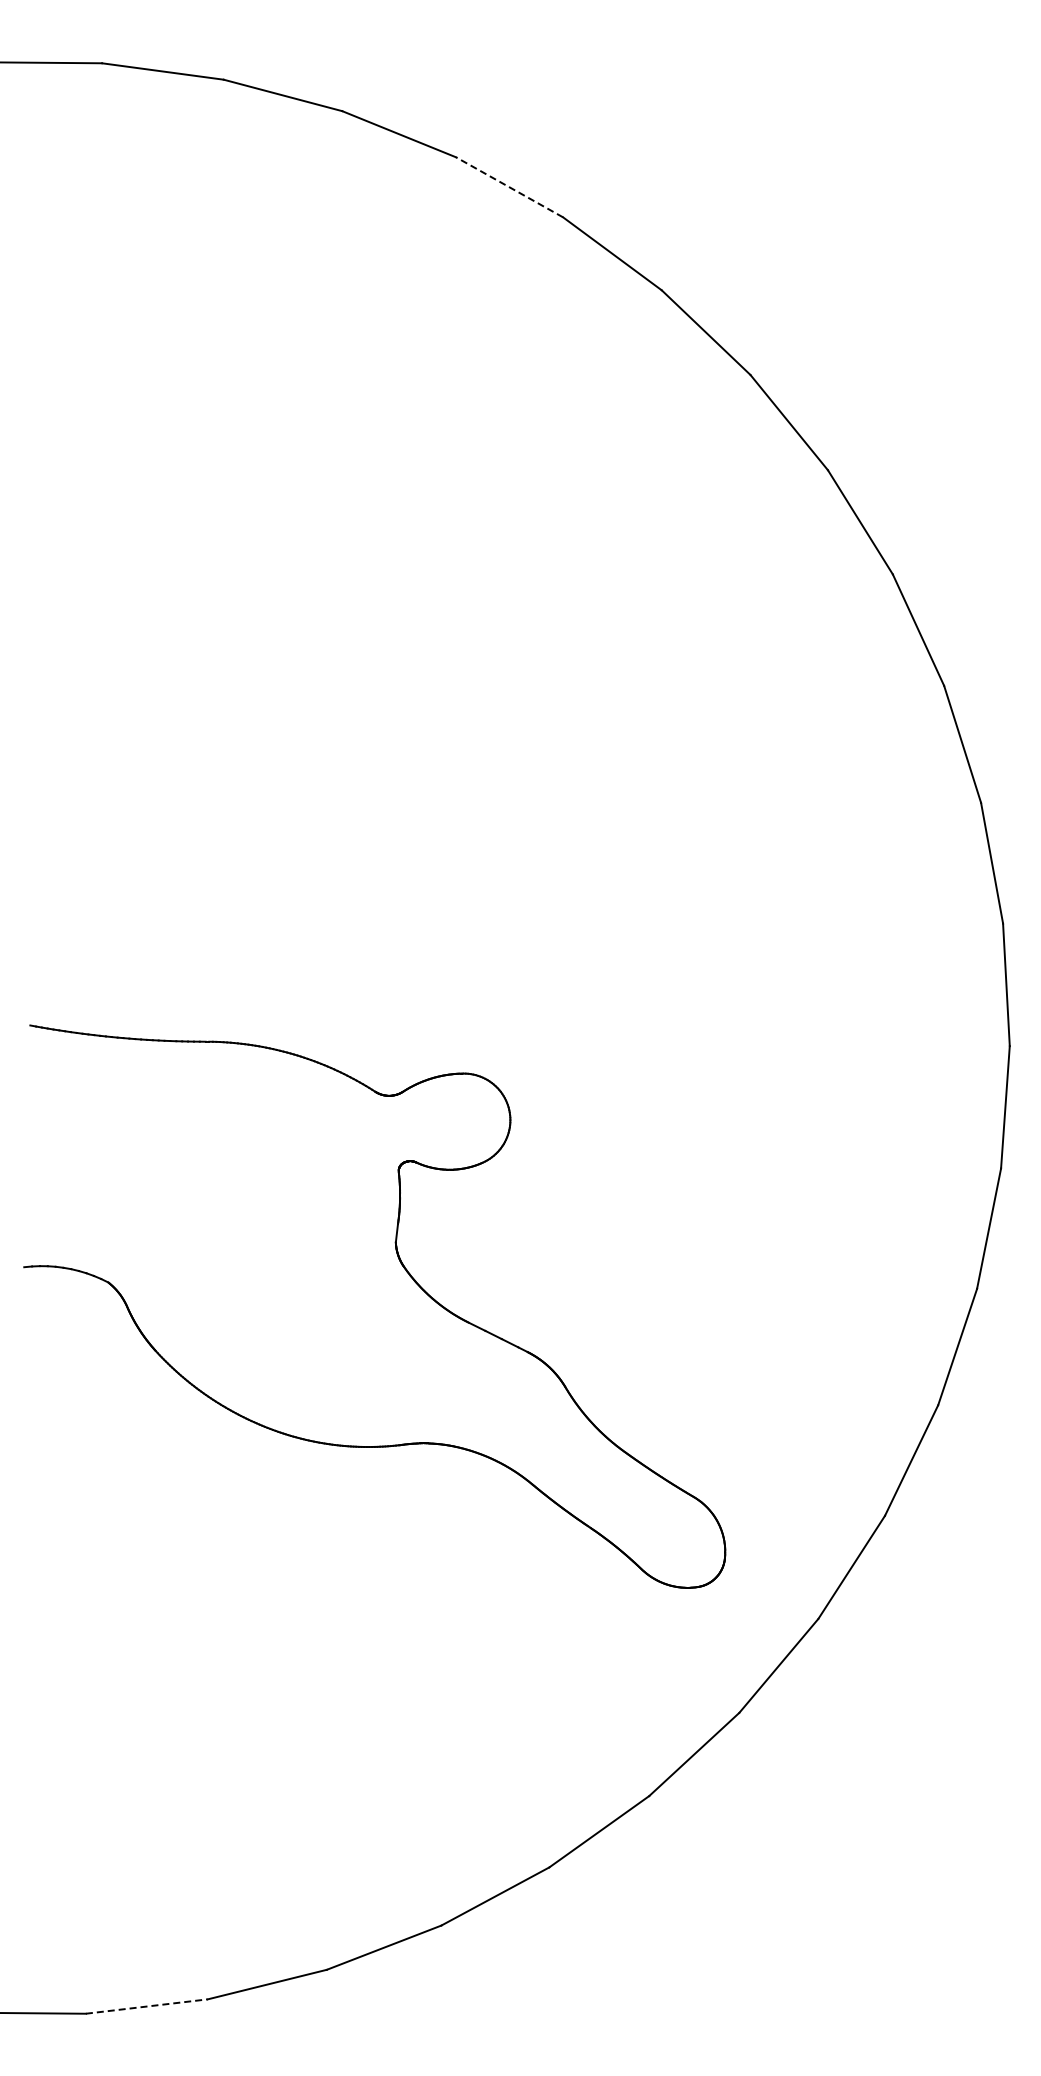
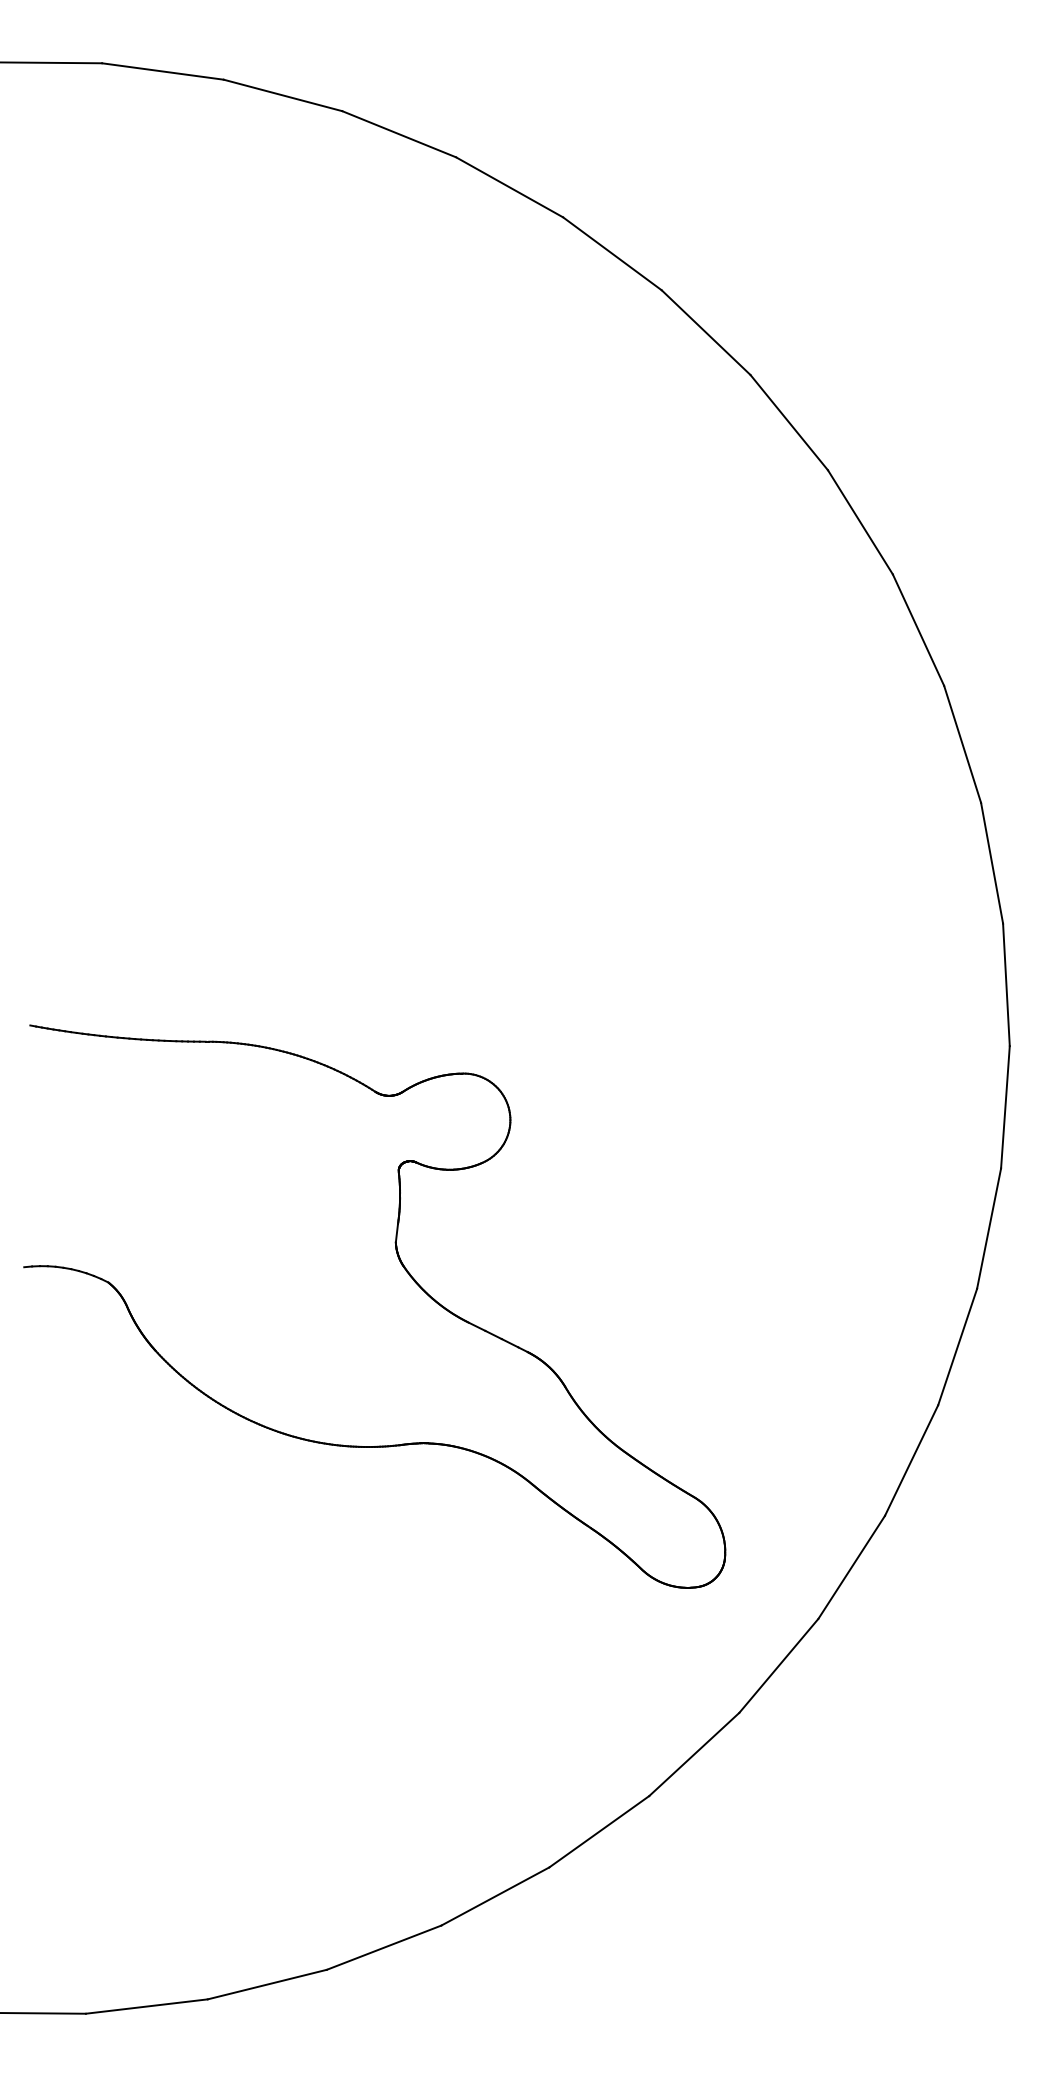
line at (509, 187): dashed -> solid
line at (147, 2006): dashed -> solid
